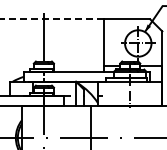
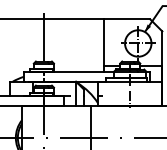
line at (52, 19): dashed -> solid
